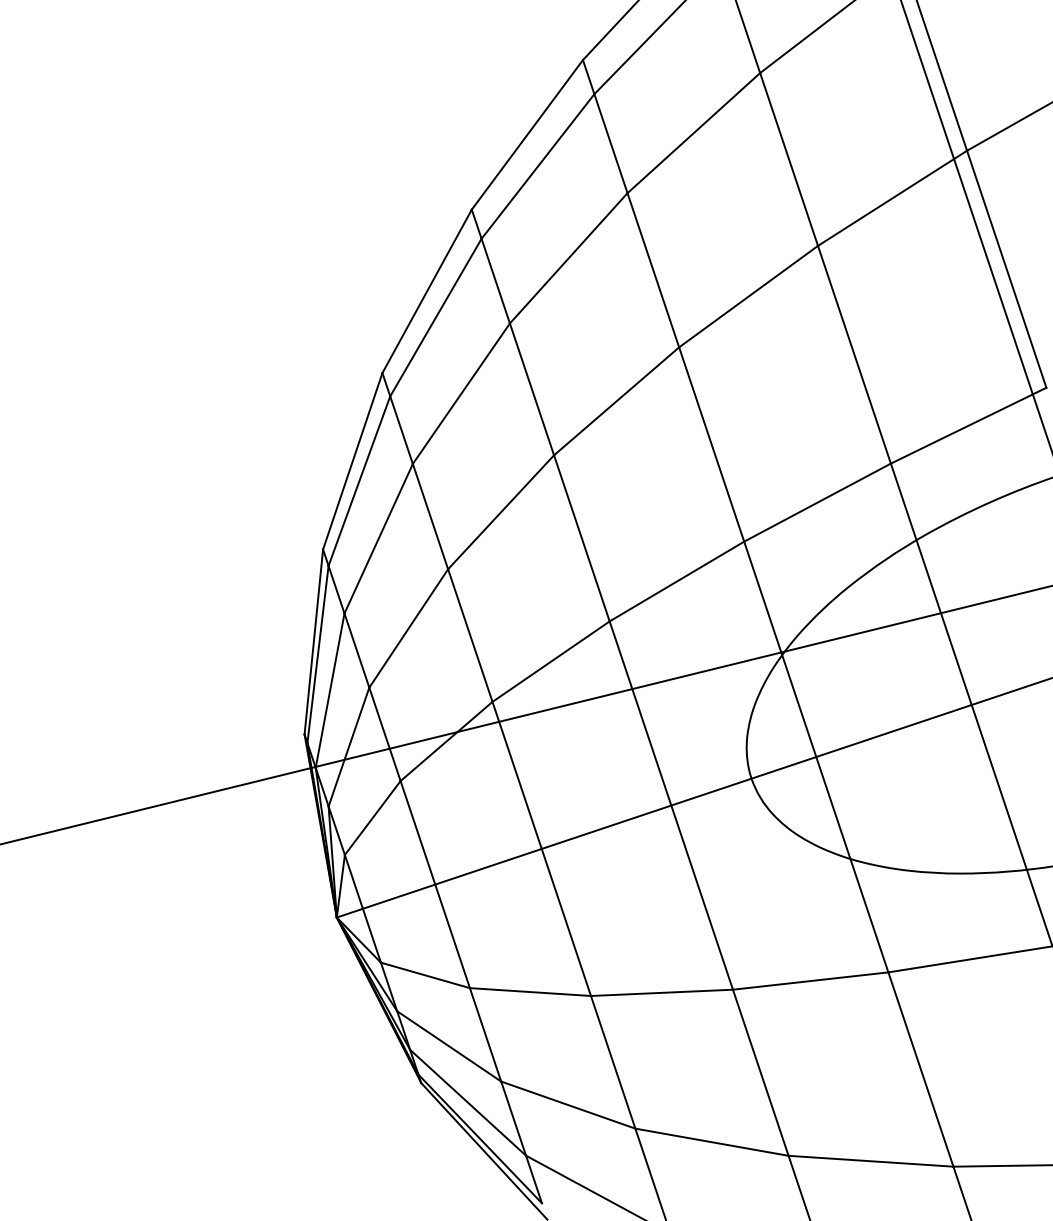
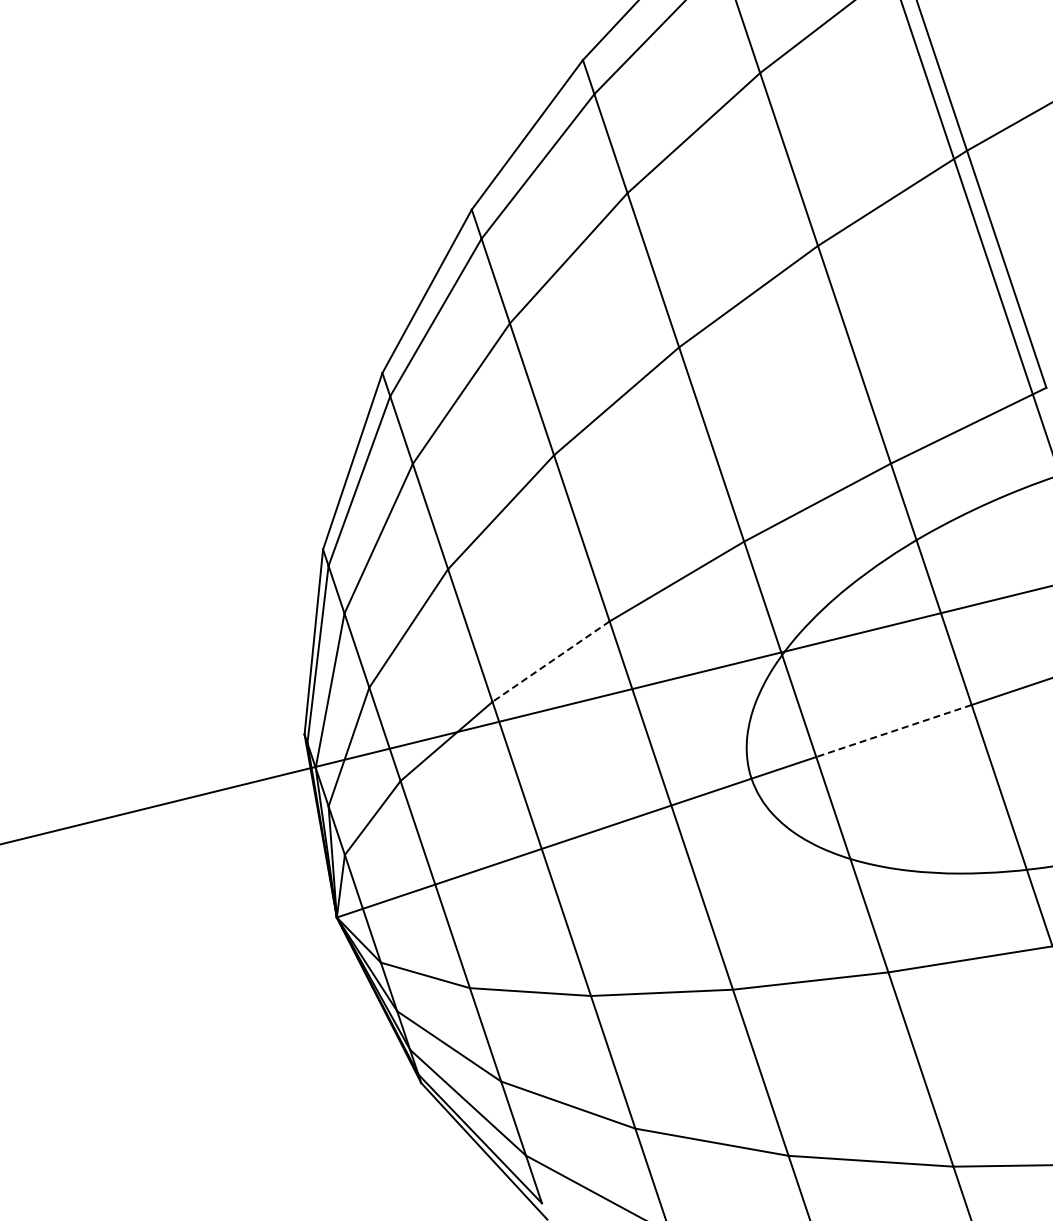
line at (550, 661): solid -> dashed
line at (894, 731): solid -> dashed
